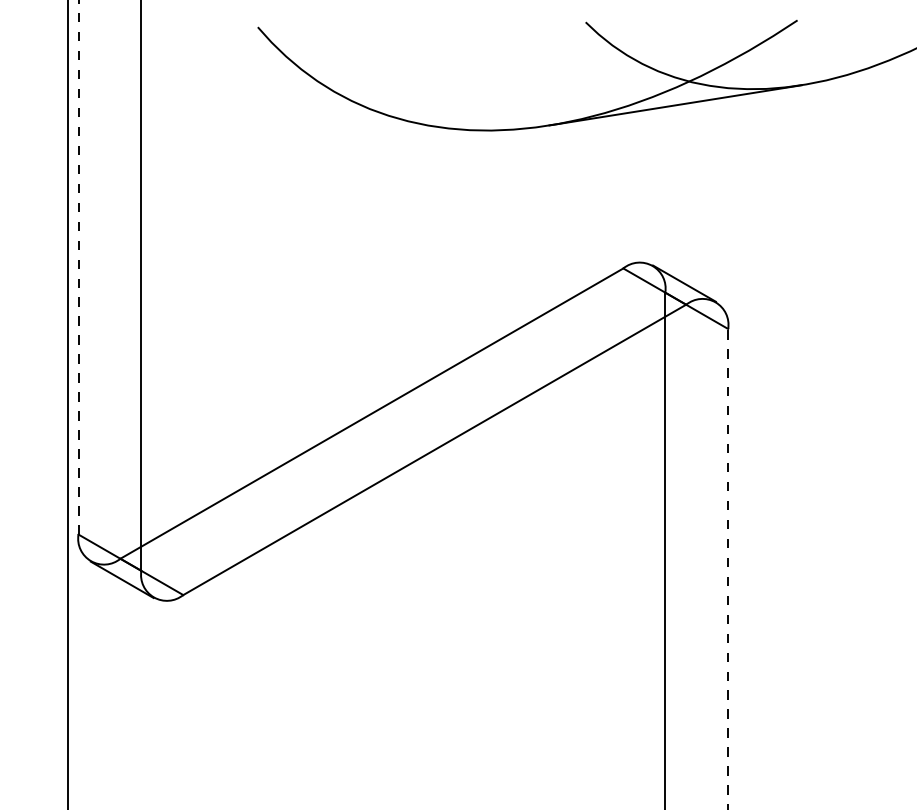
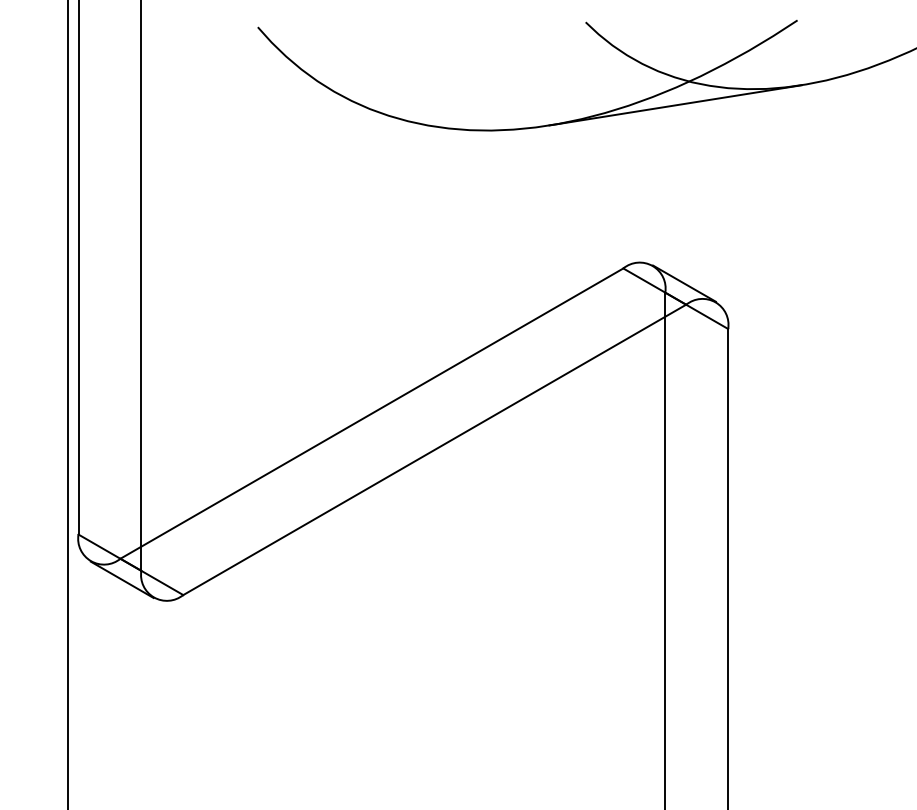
line at (78, 267): dashed -> solid
line at (728, 568): dashed -> solid
